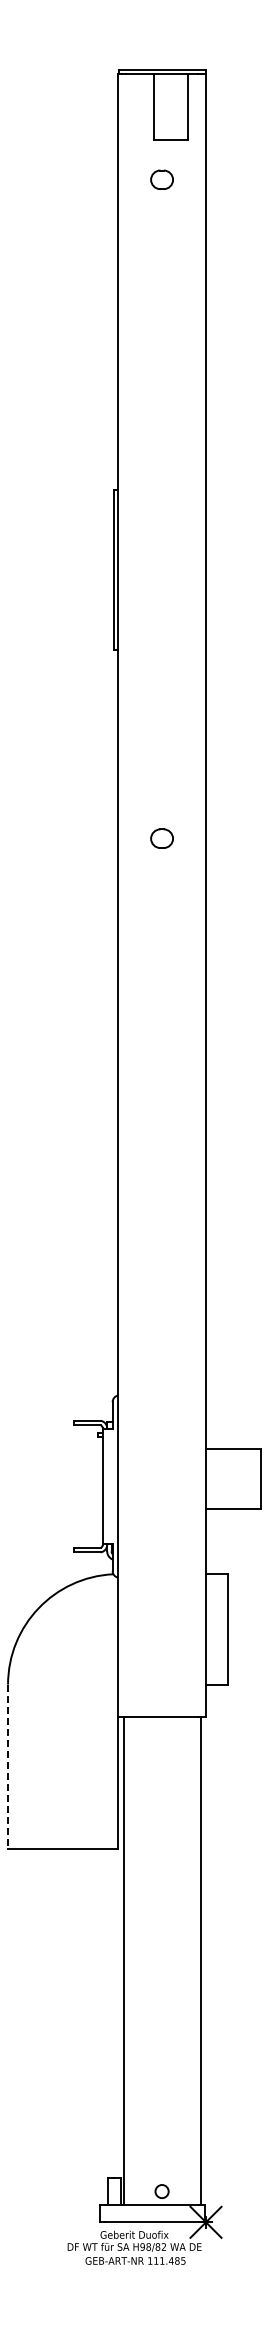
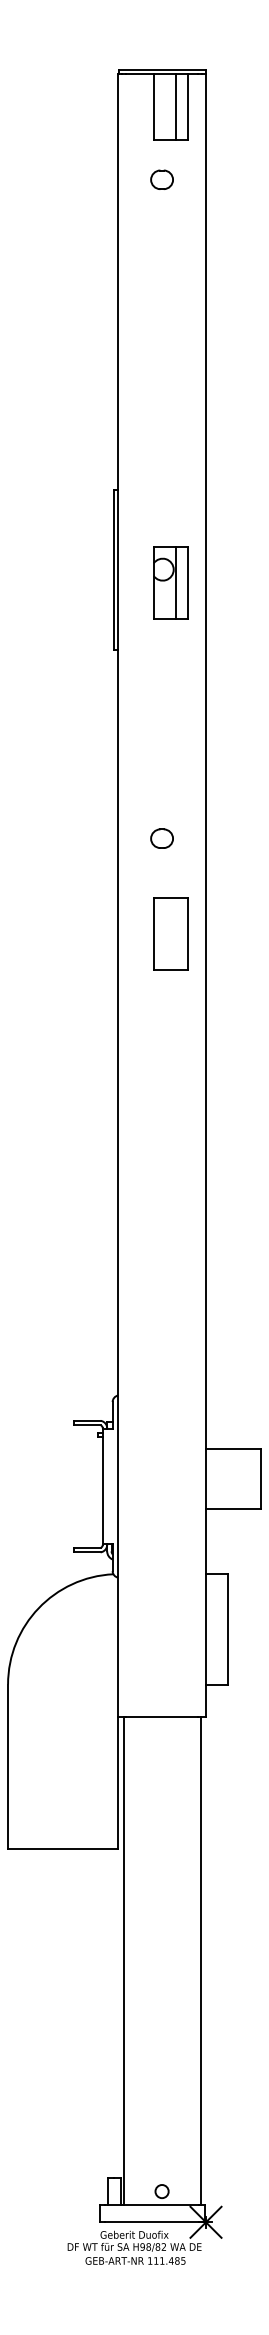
line at (176, 107): none -> present
part at (170, 582): none -> present
part at (170, 933): none -> present
line at (8, 1767): dashed -> solid
